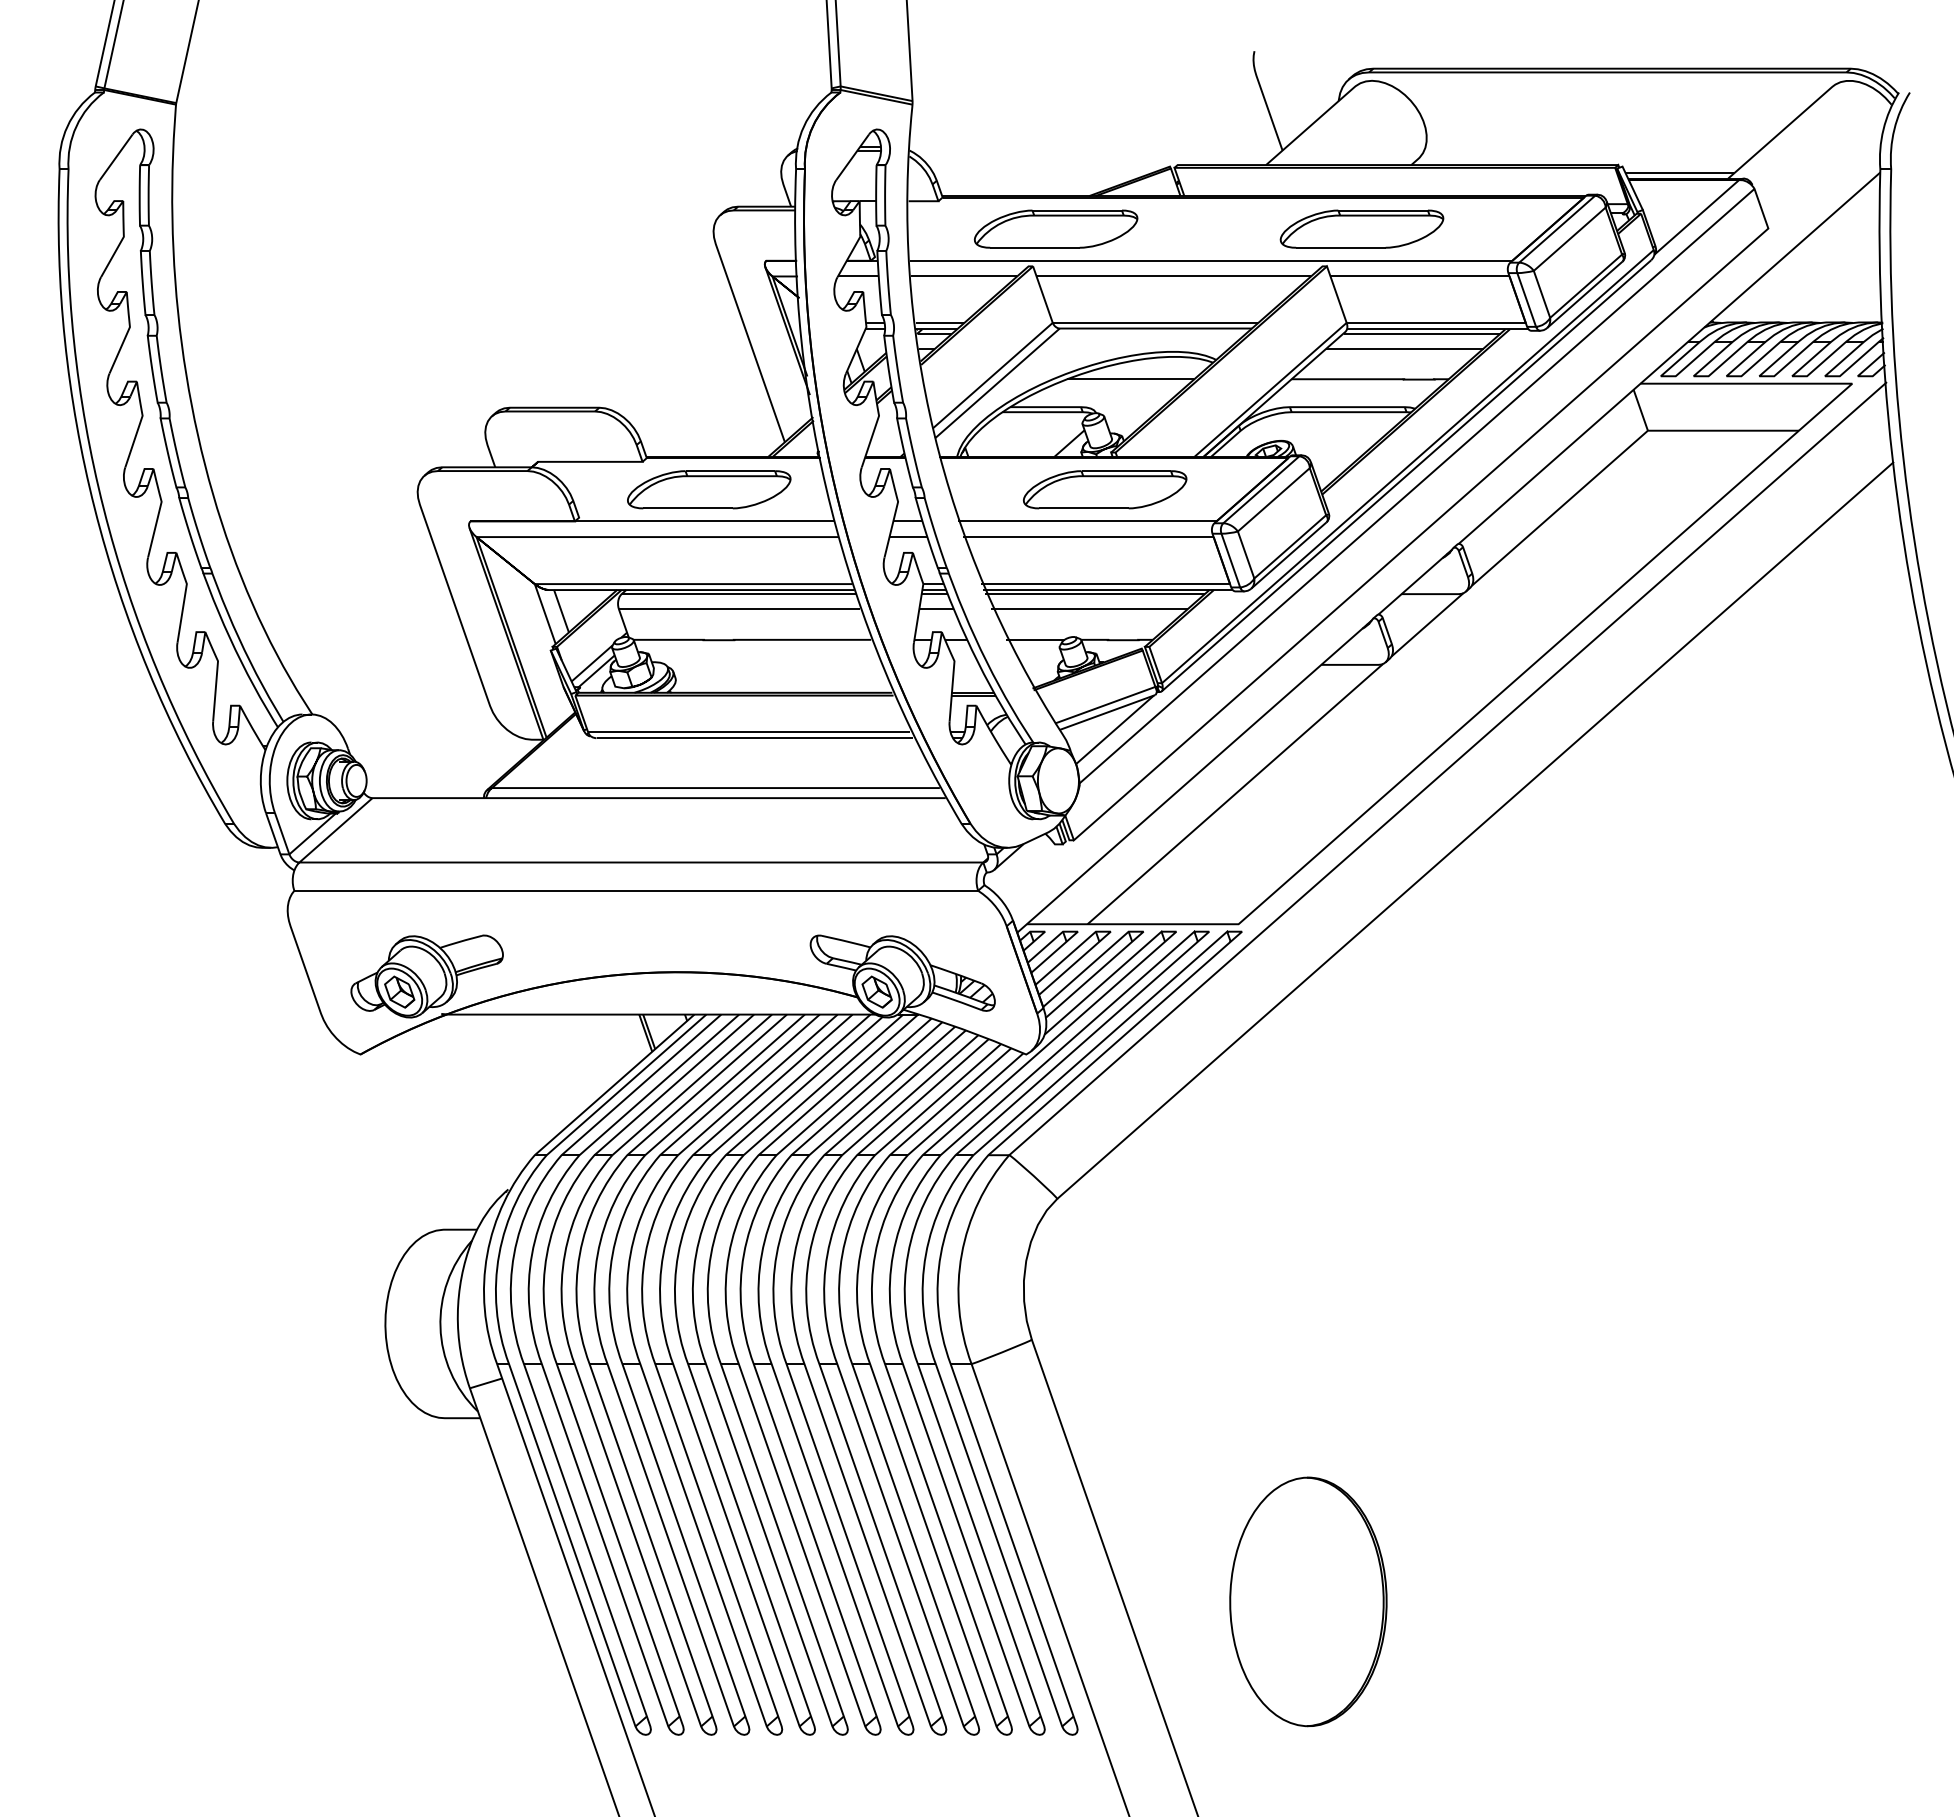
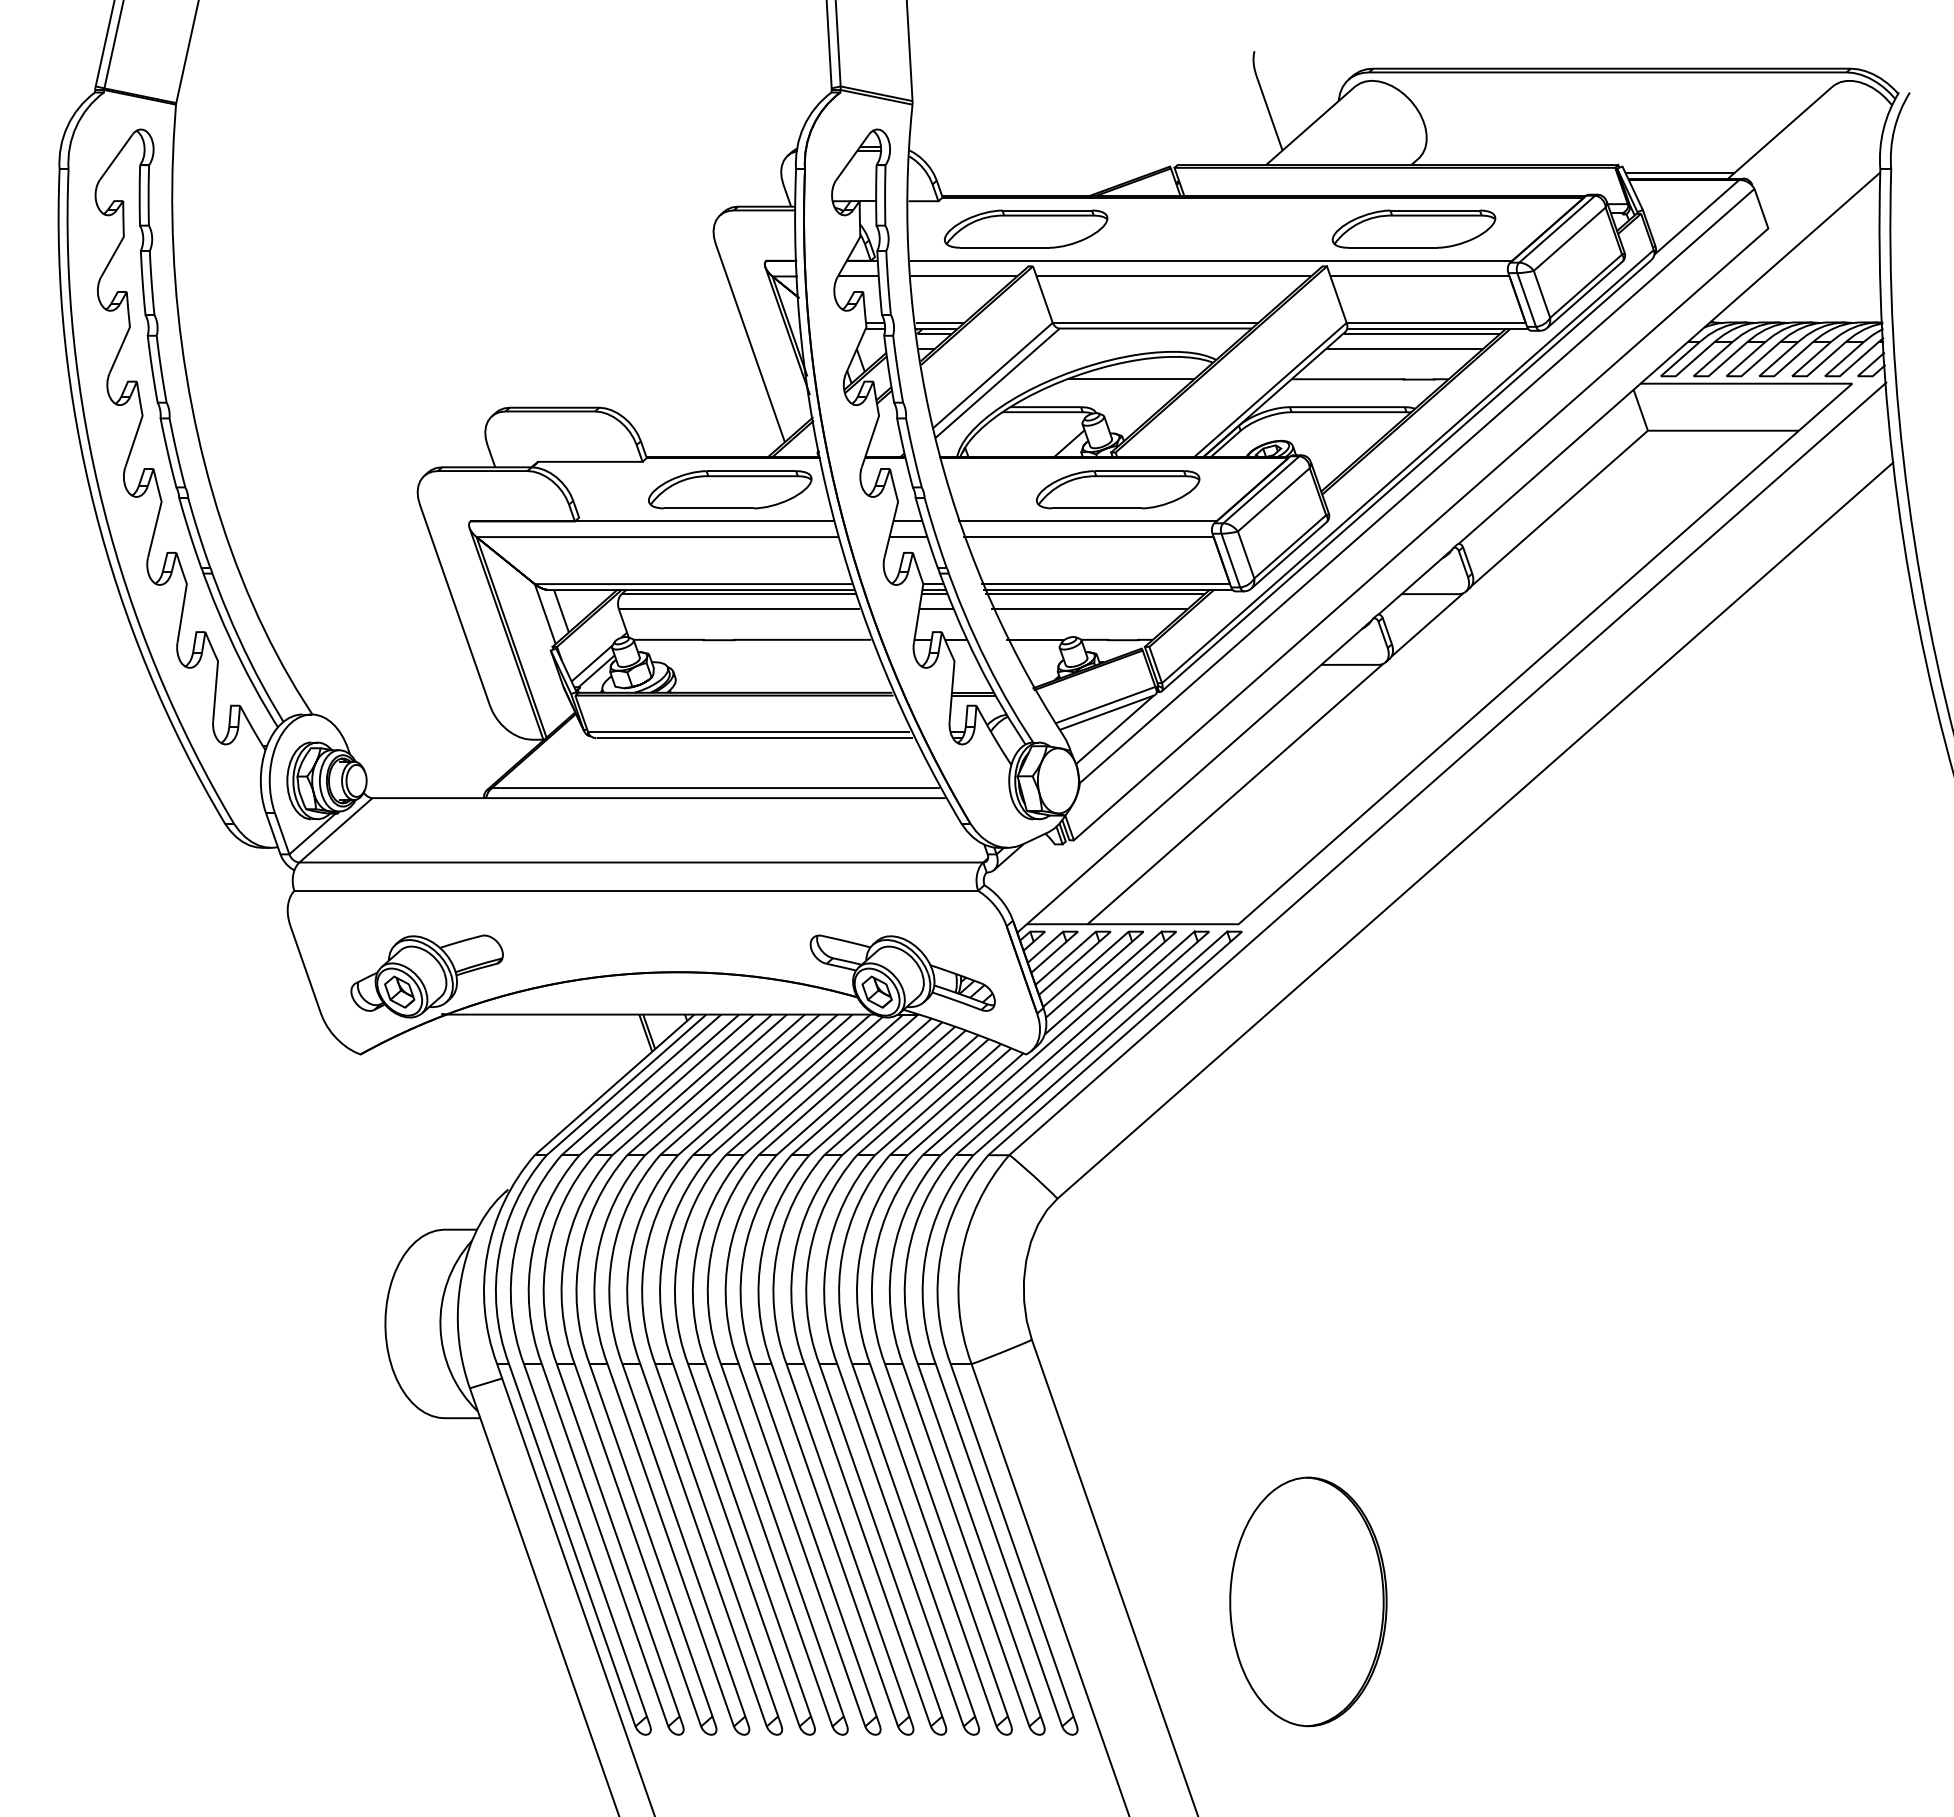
part at (1055, 228) position: (1055, 228) -> (1025, 228)
part at (1361, 228) position: (1361, 228) -> (1413, 228)
part at (709, 489) position: (709, 489) -> (730, 489)
part at (1105, 489) position: (1105, 489) -> (1118, 489)
